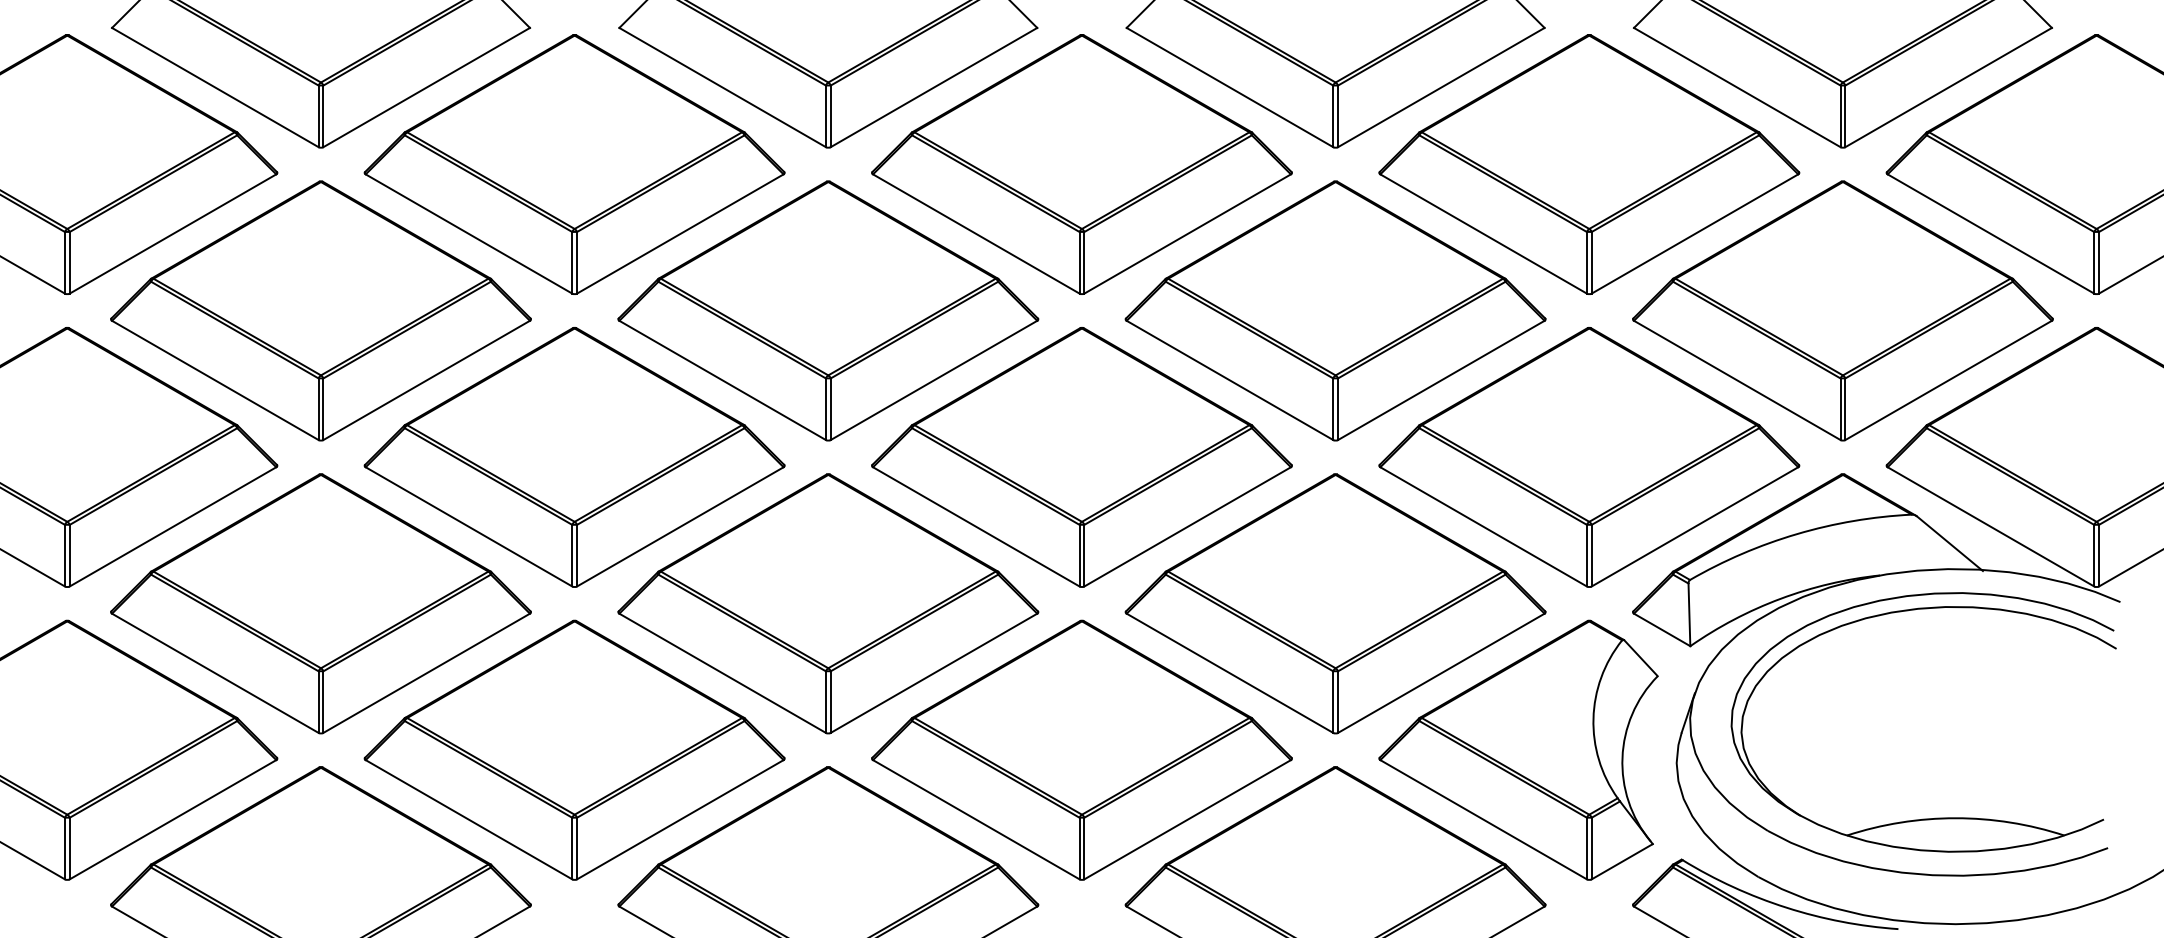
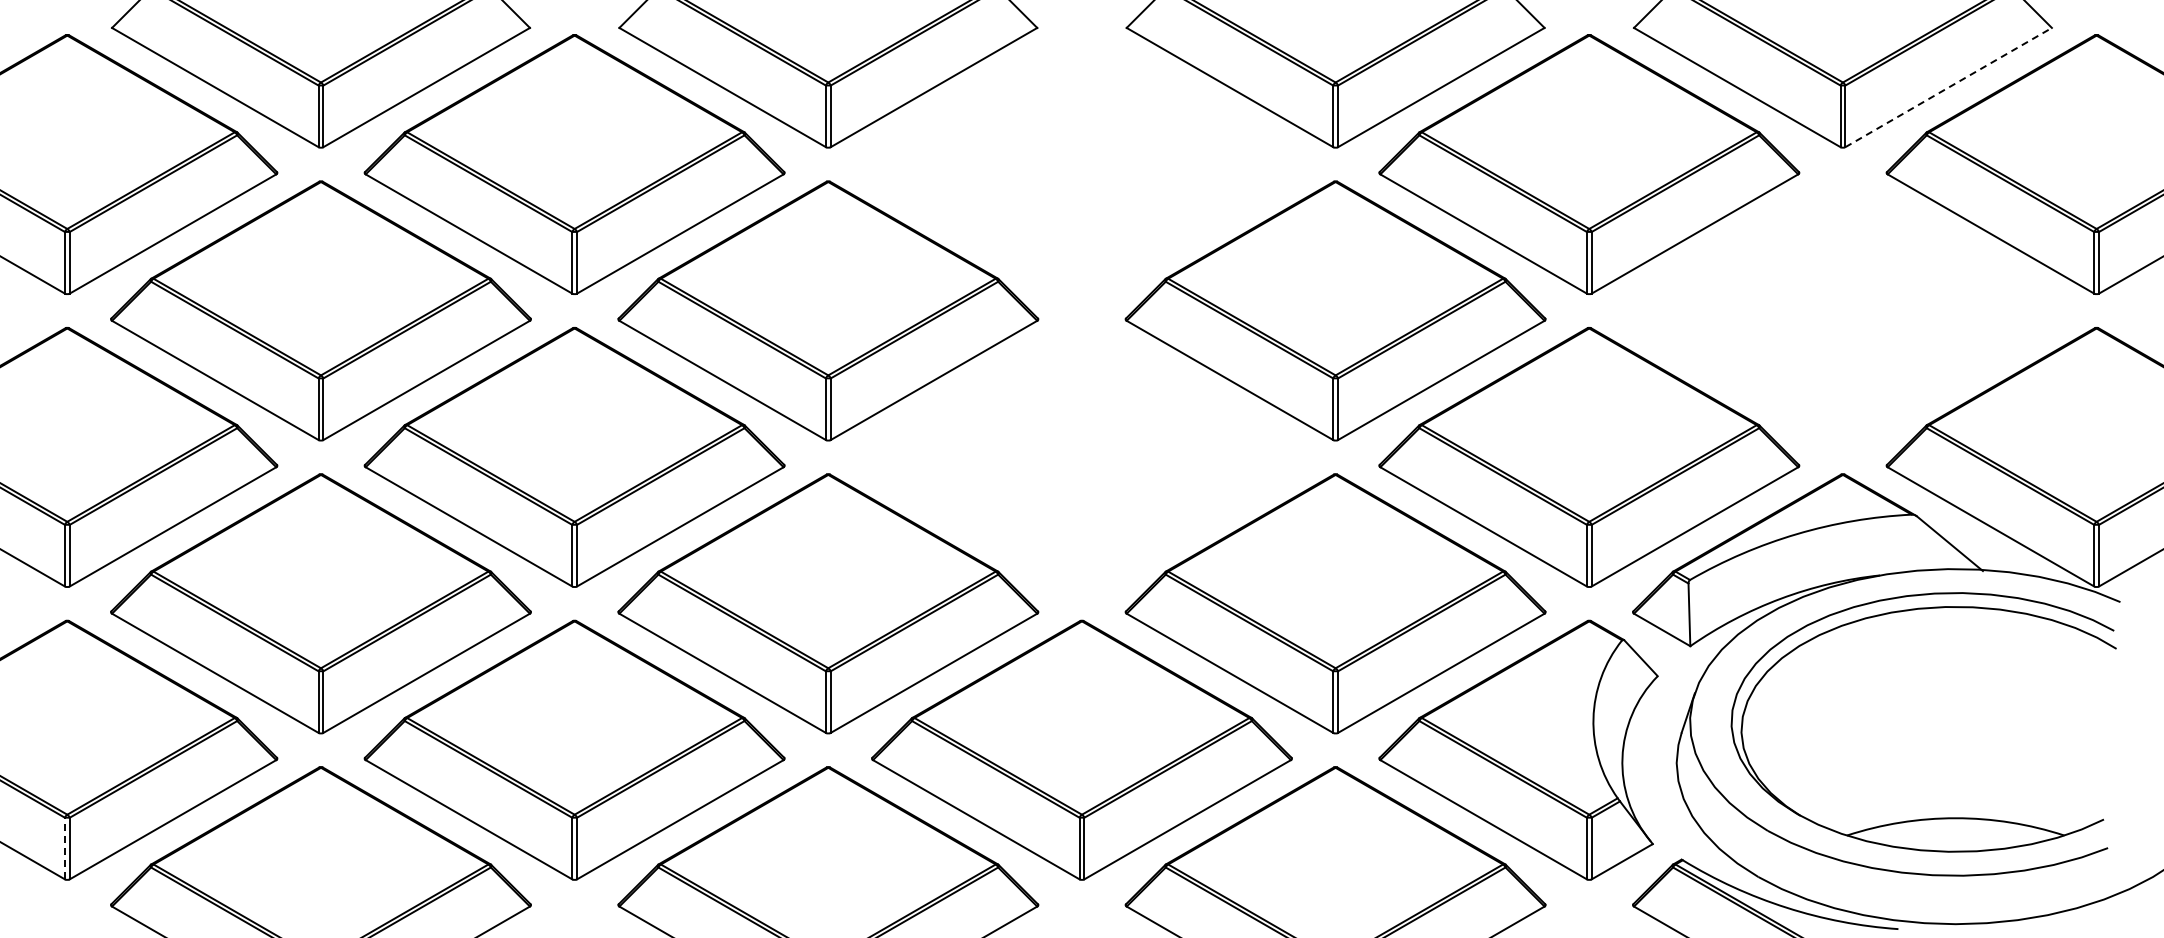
line at (1949, 87): solid -> dashed
part at (1081, 164): present -> none
part at (1842, 310): present -> none
part at (1081, 457): present -> none
line at (64, 848): solid -> dashed
